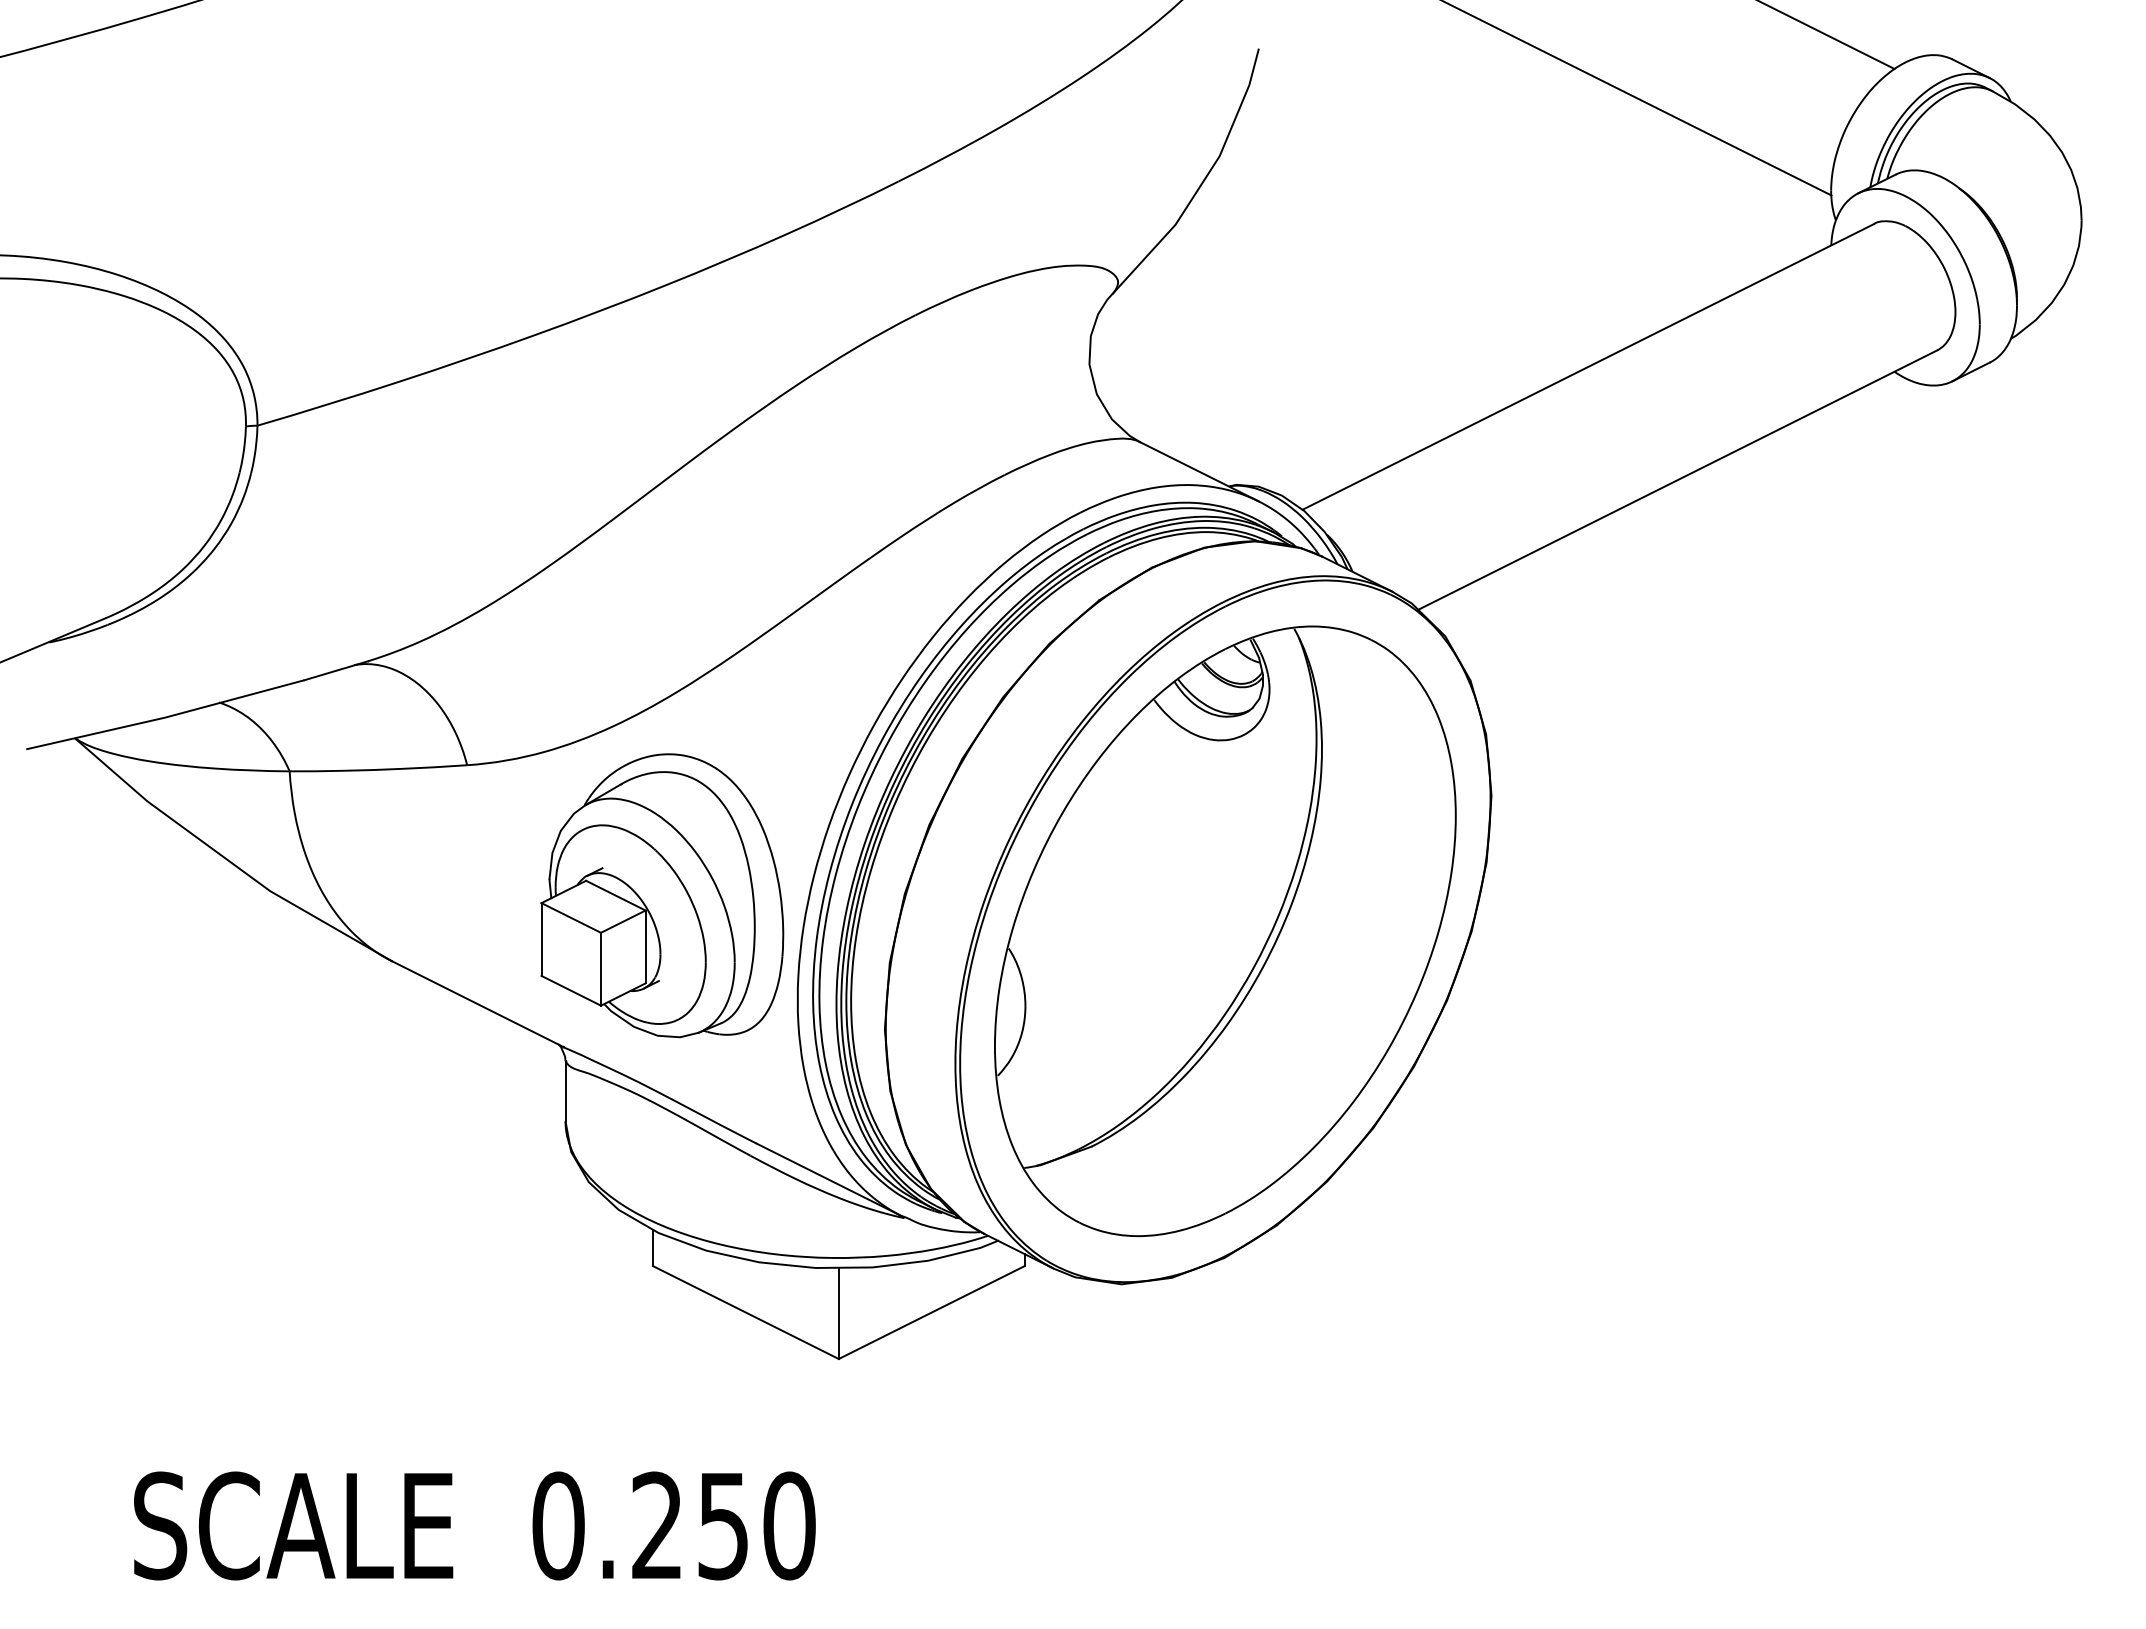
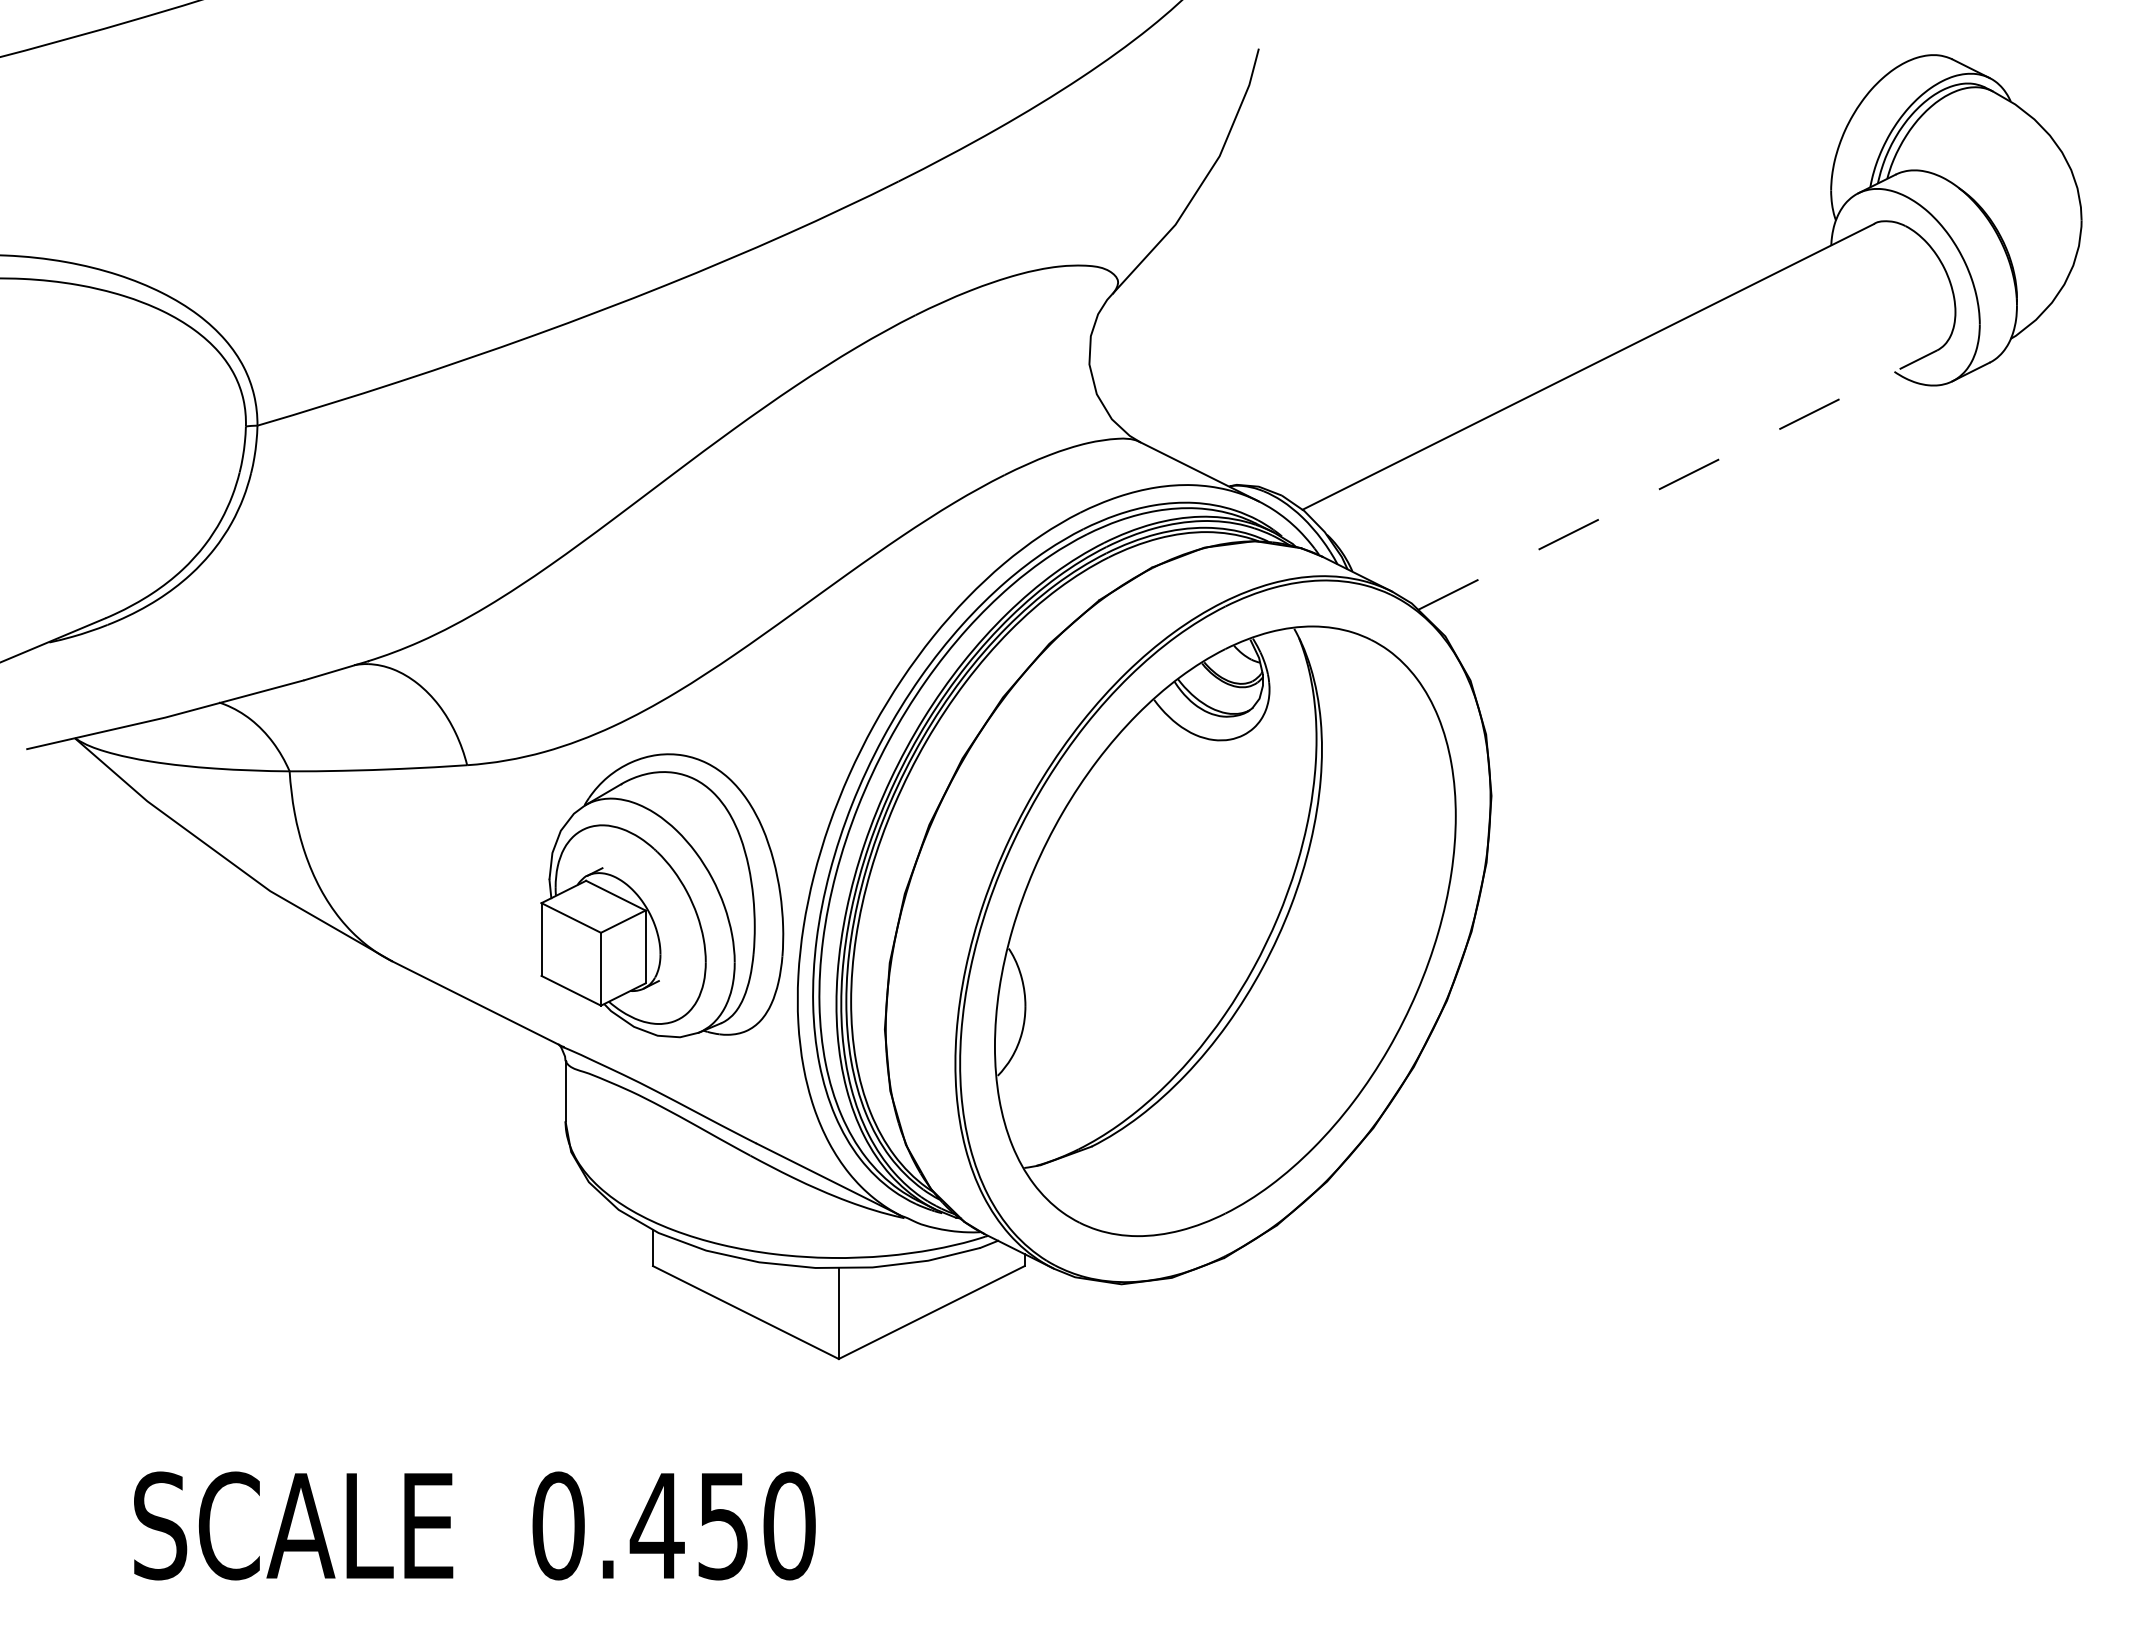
line at (1827, 35): present -> none
line at (1637, 98): present -> none
line at (1678, 479): solid -> dashed
text at (656, 1524): 0.250 -> 0.450
